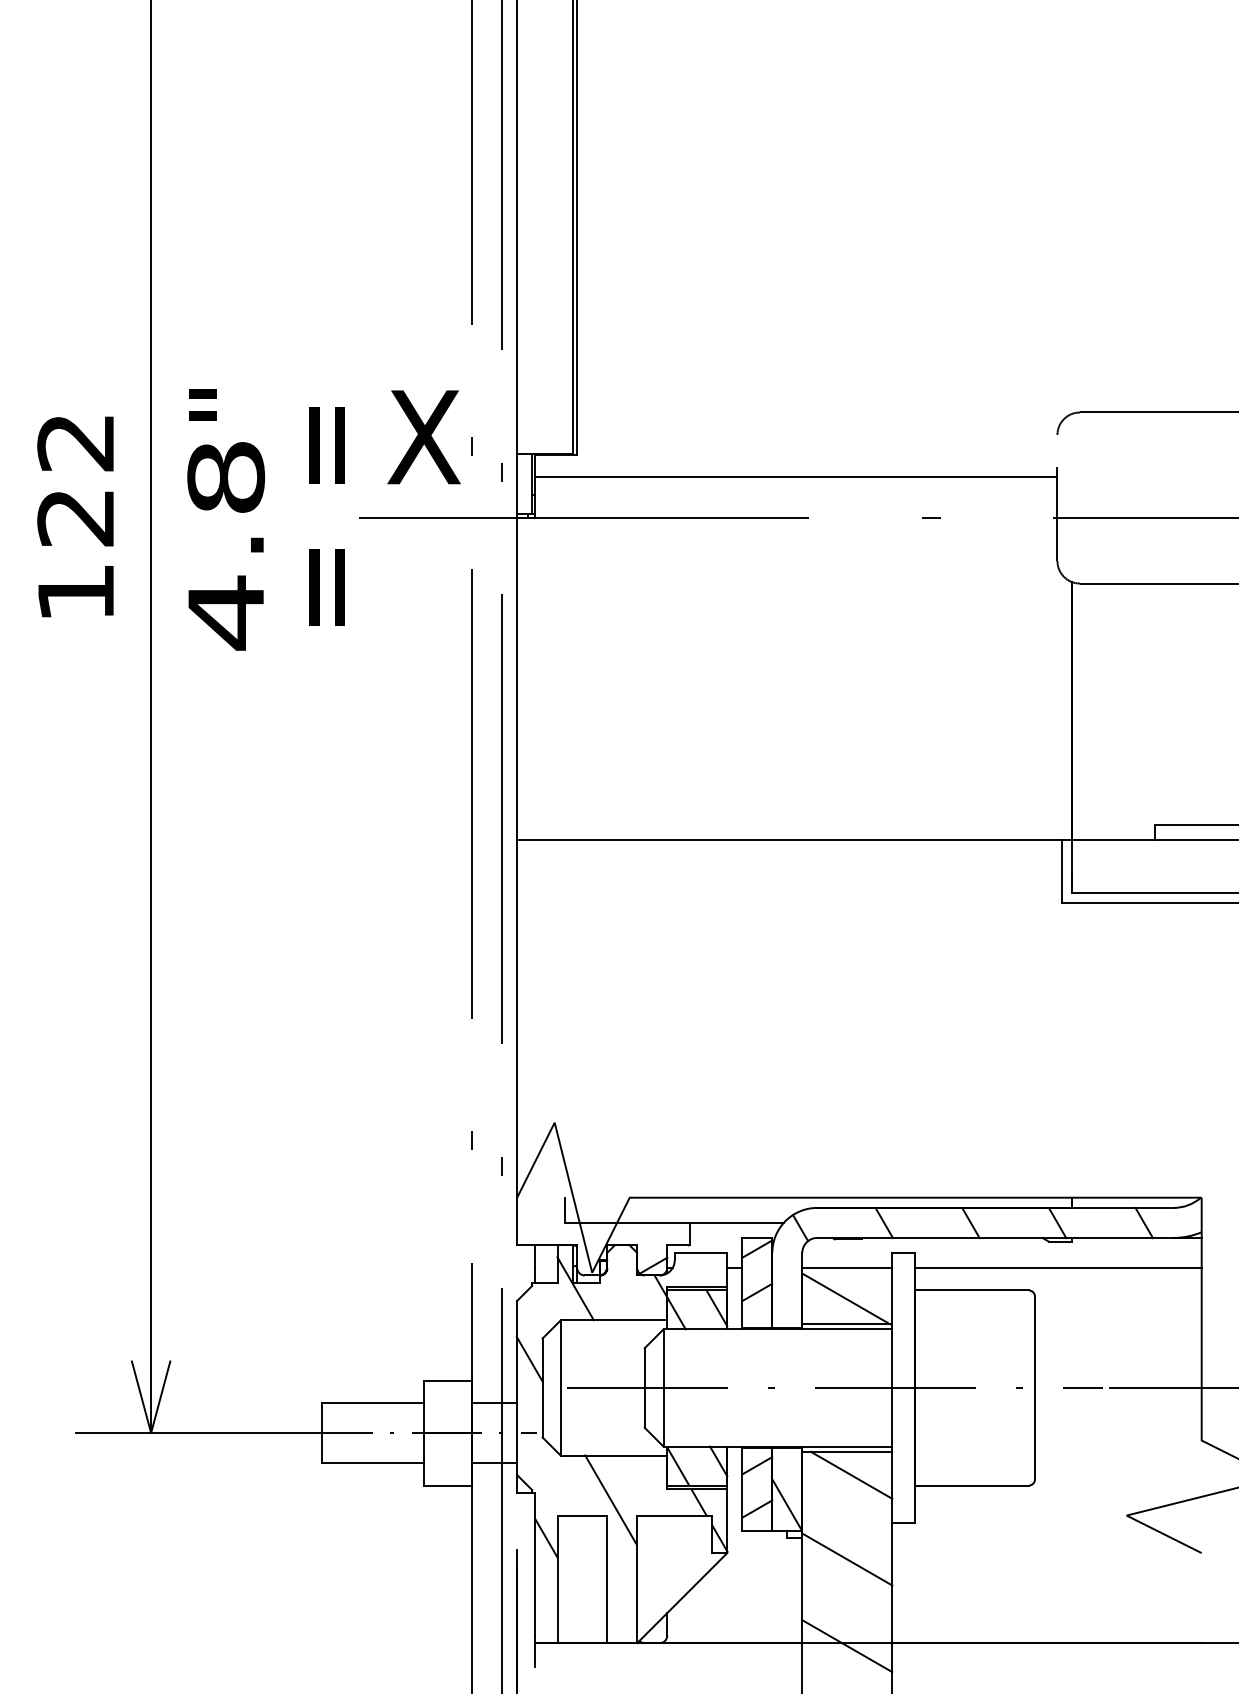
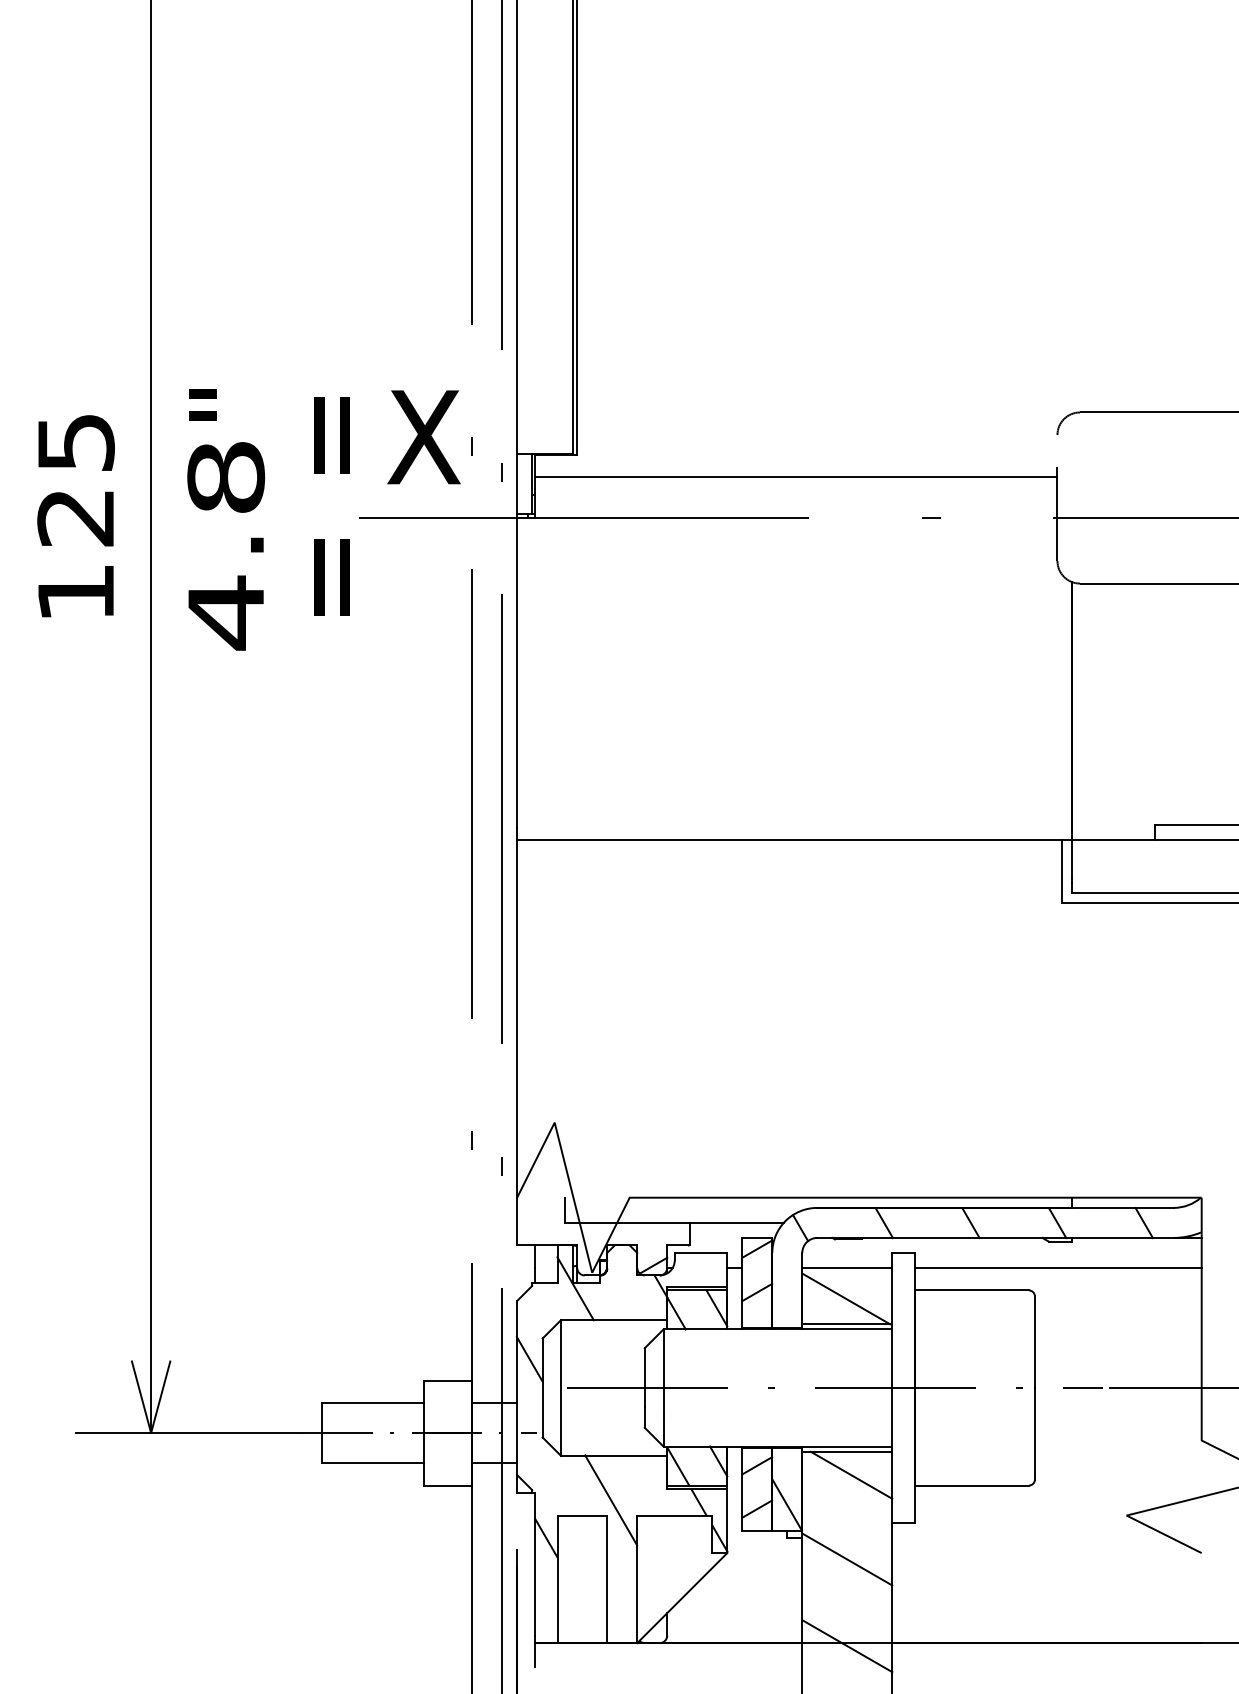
text at (75, 443): 122 -> 125
text at (326, 516) position: (326, 516) -> (331, 506)
